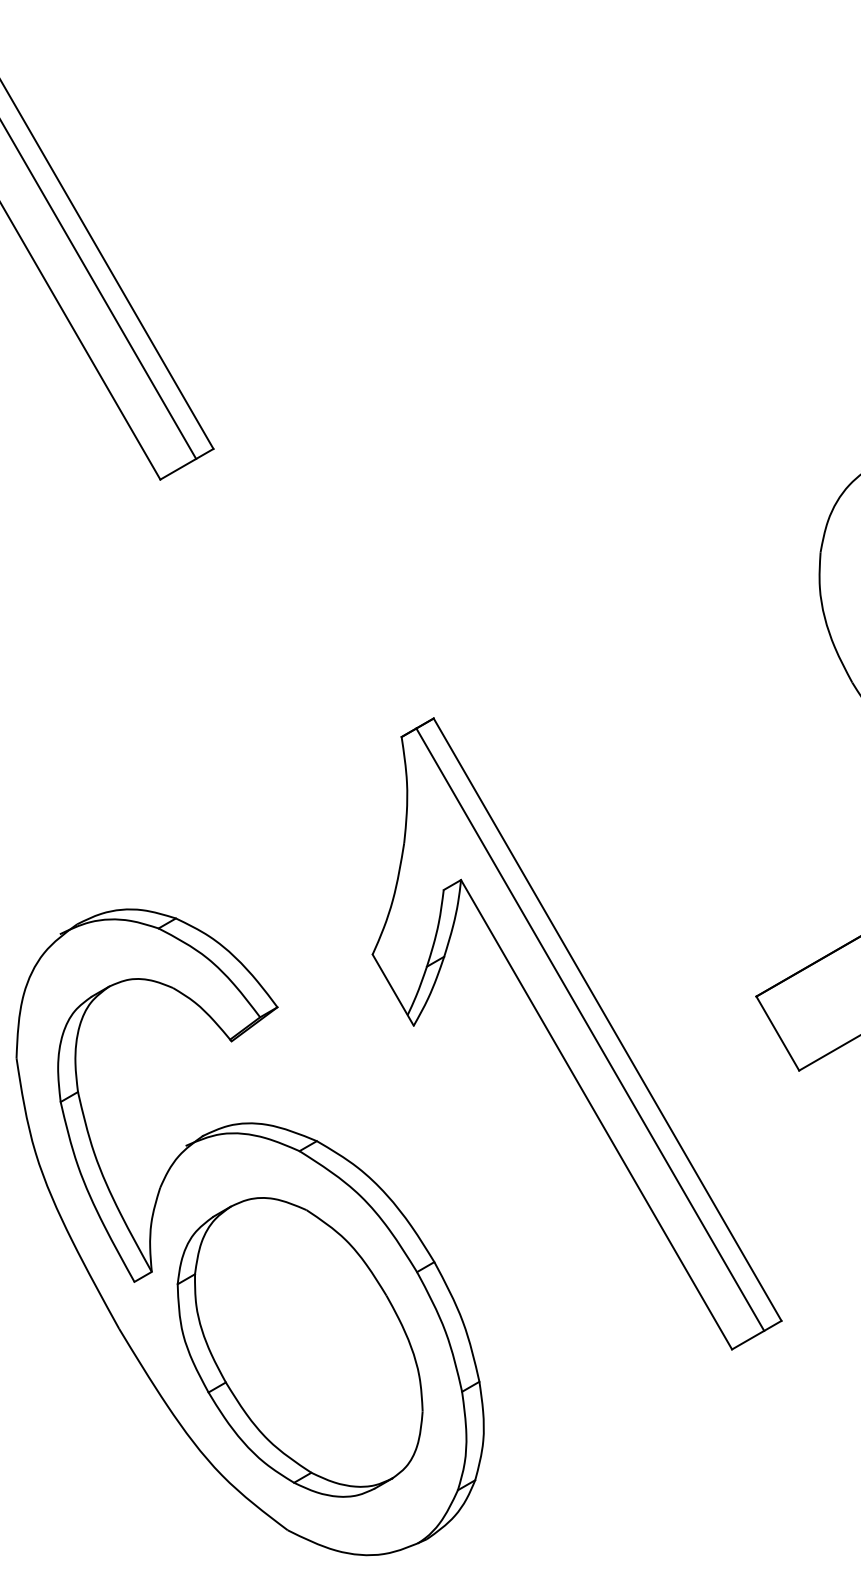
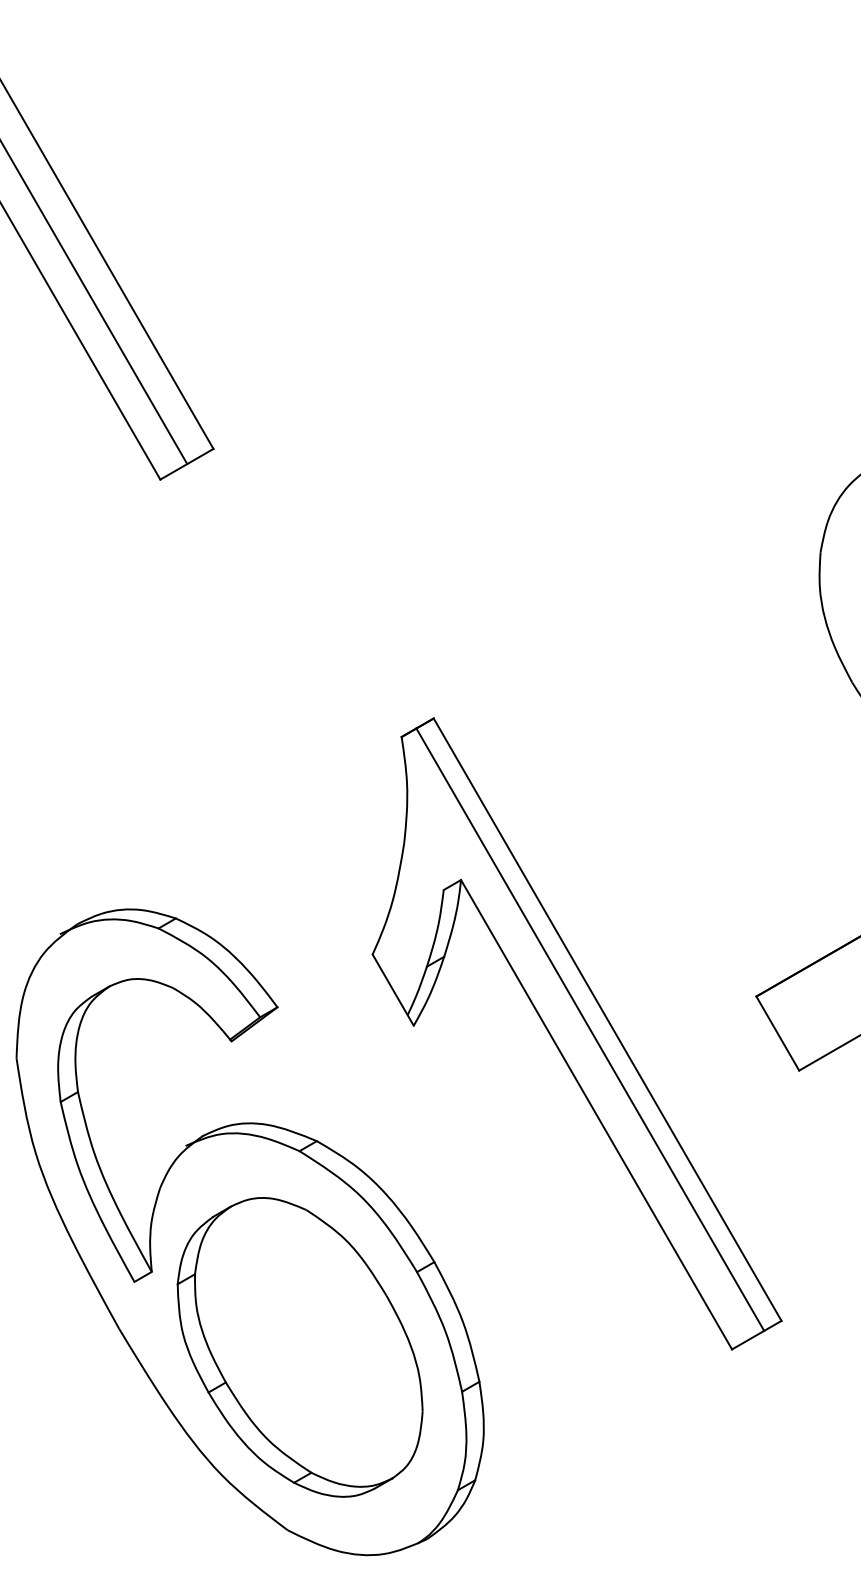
line at (99, 290) position: (99, 290) -> (94, 303)
